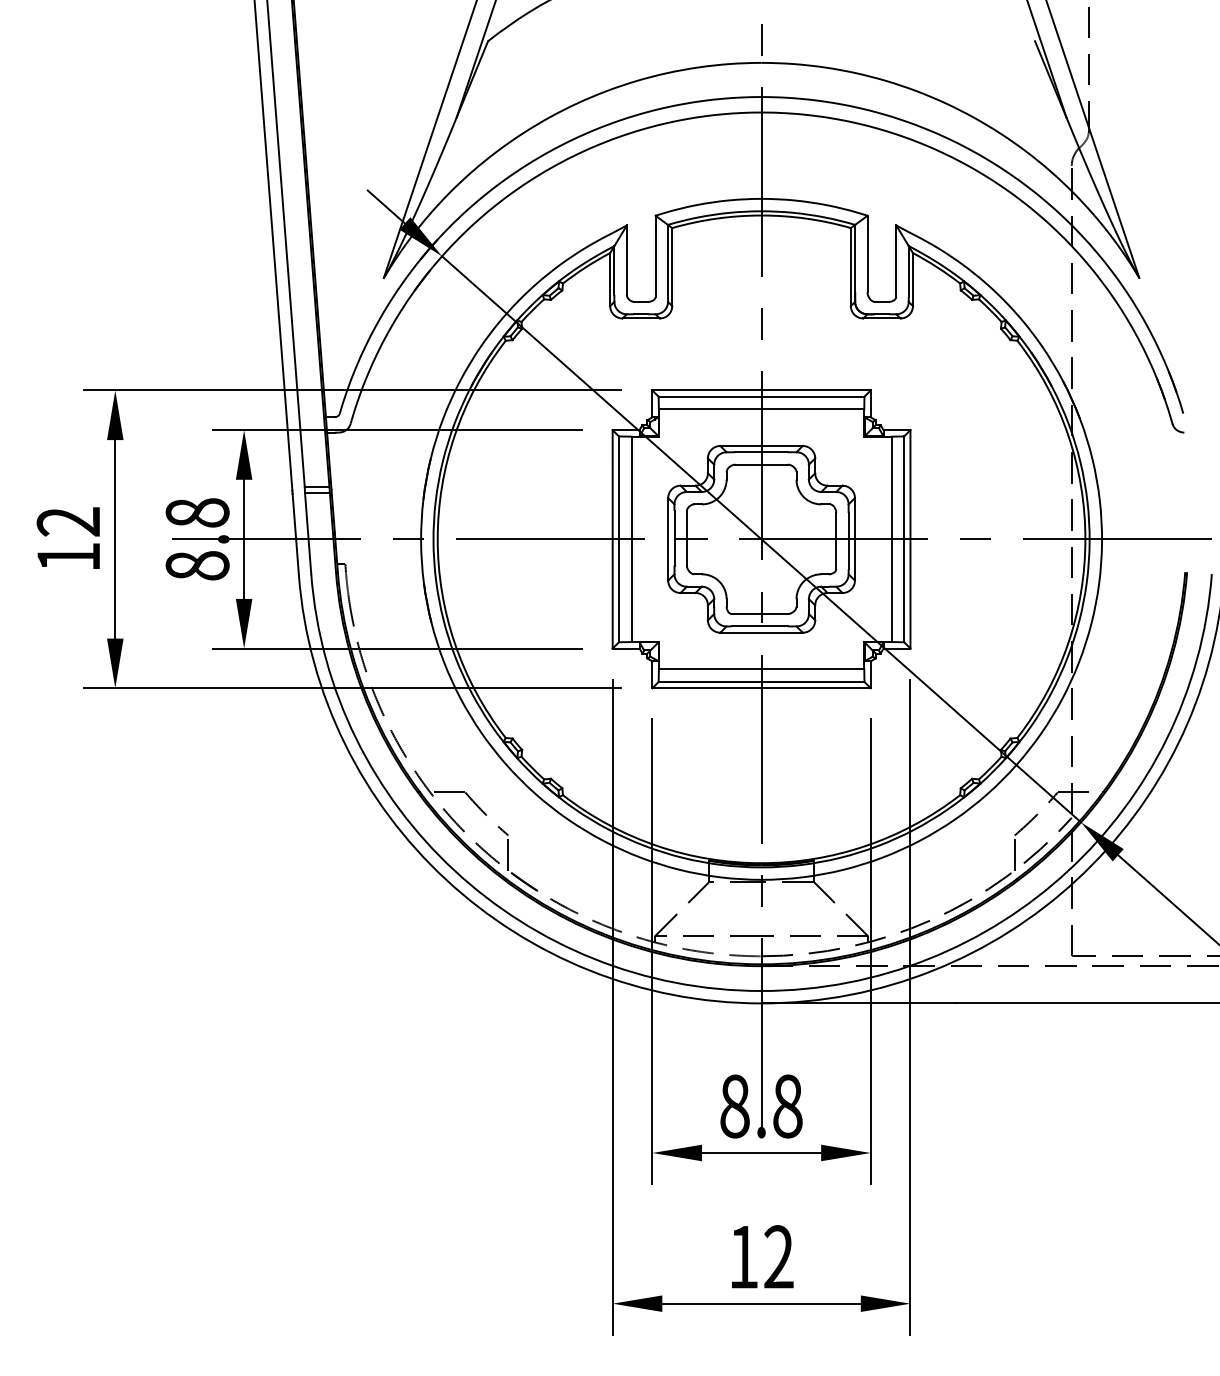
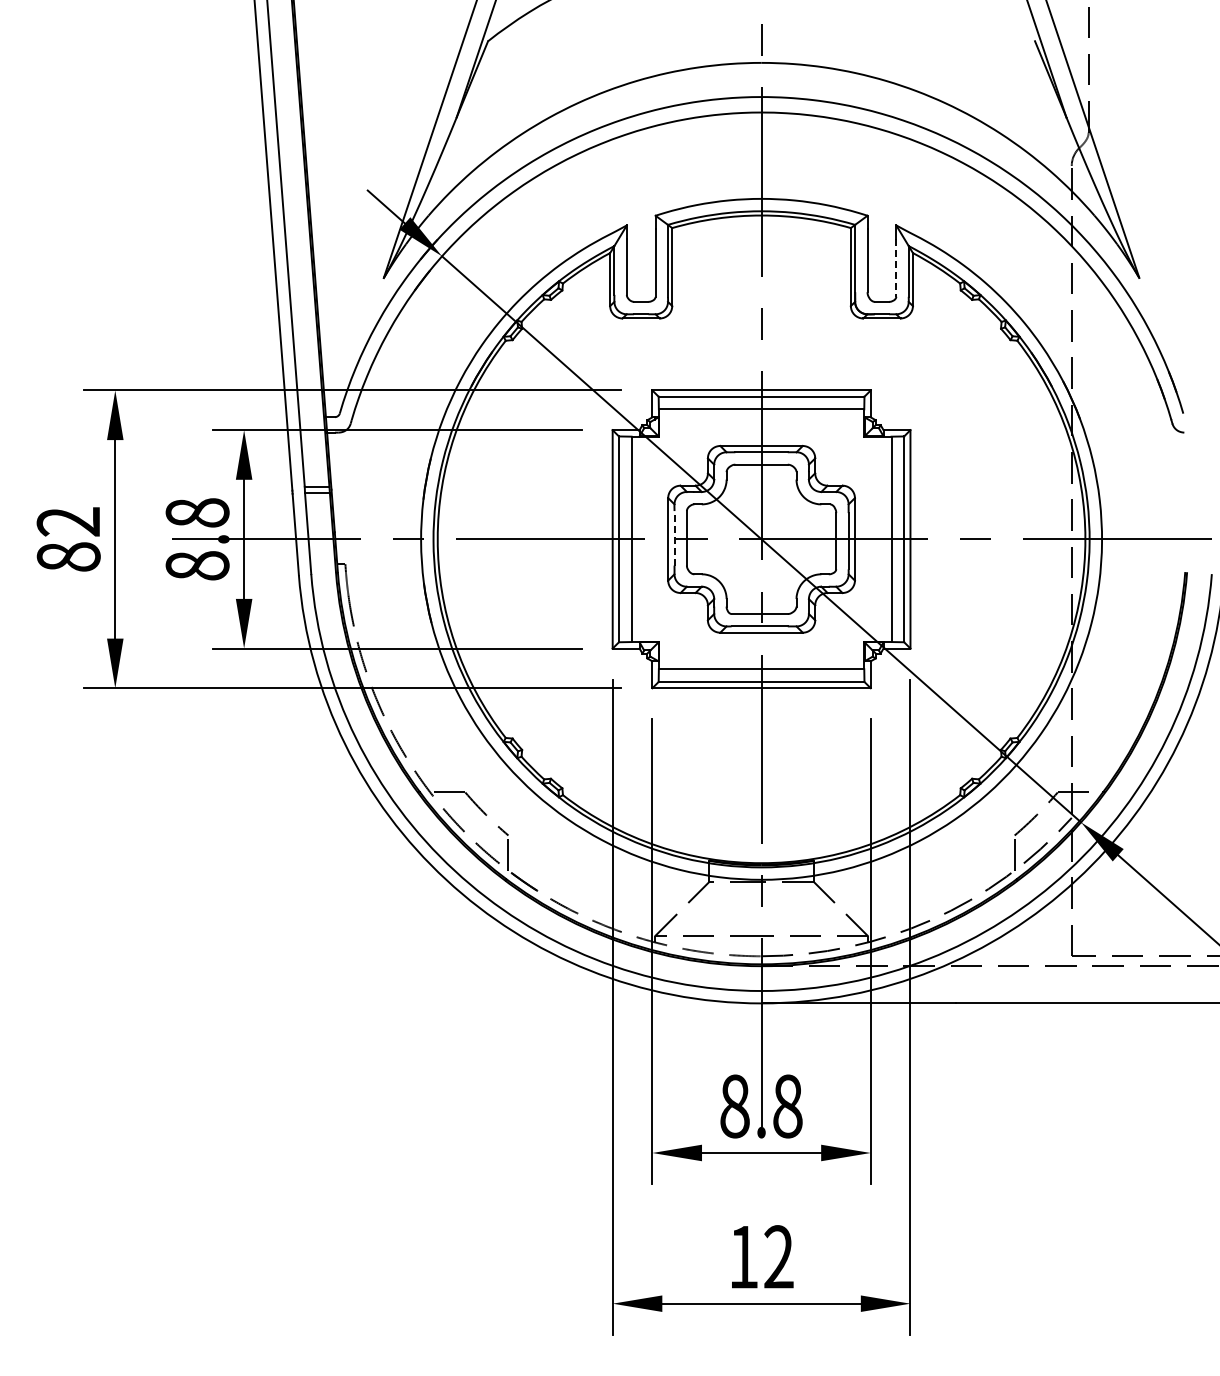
line at (896, 268): solid -> dashed
line at (674, 537): solid -> dashed
text at (68, 556): 12 -> 82
